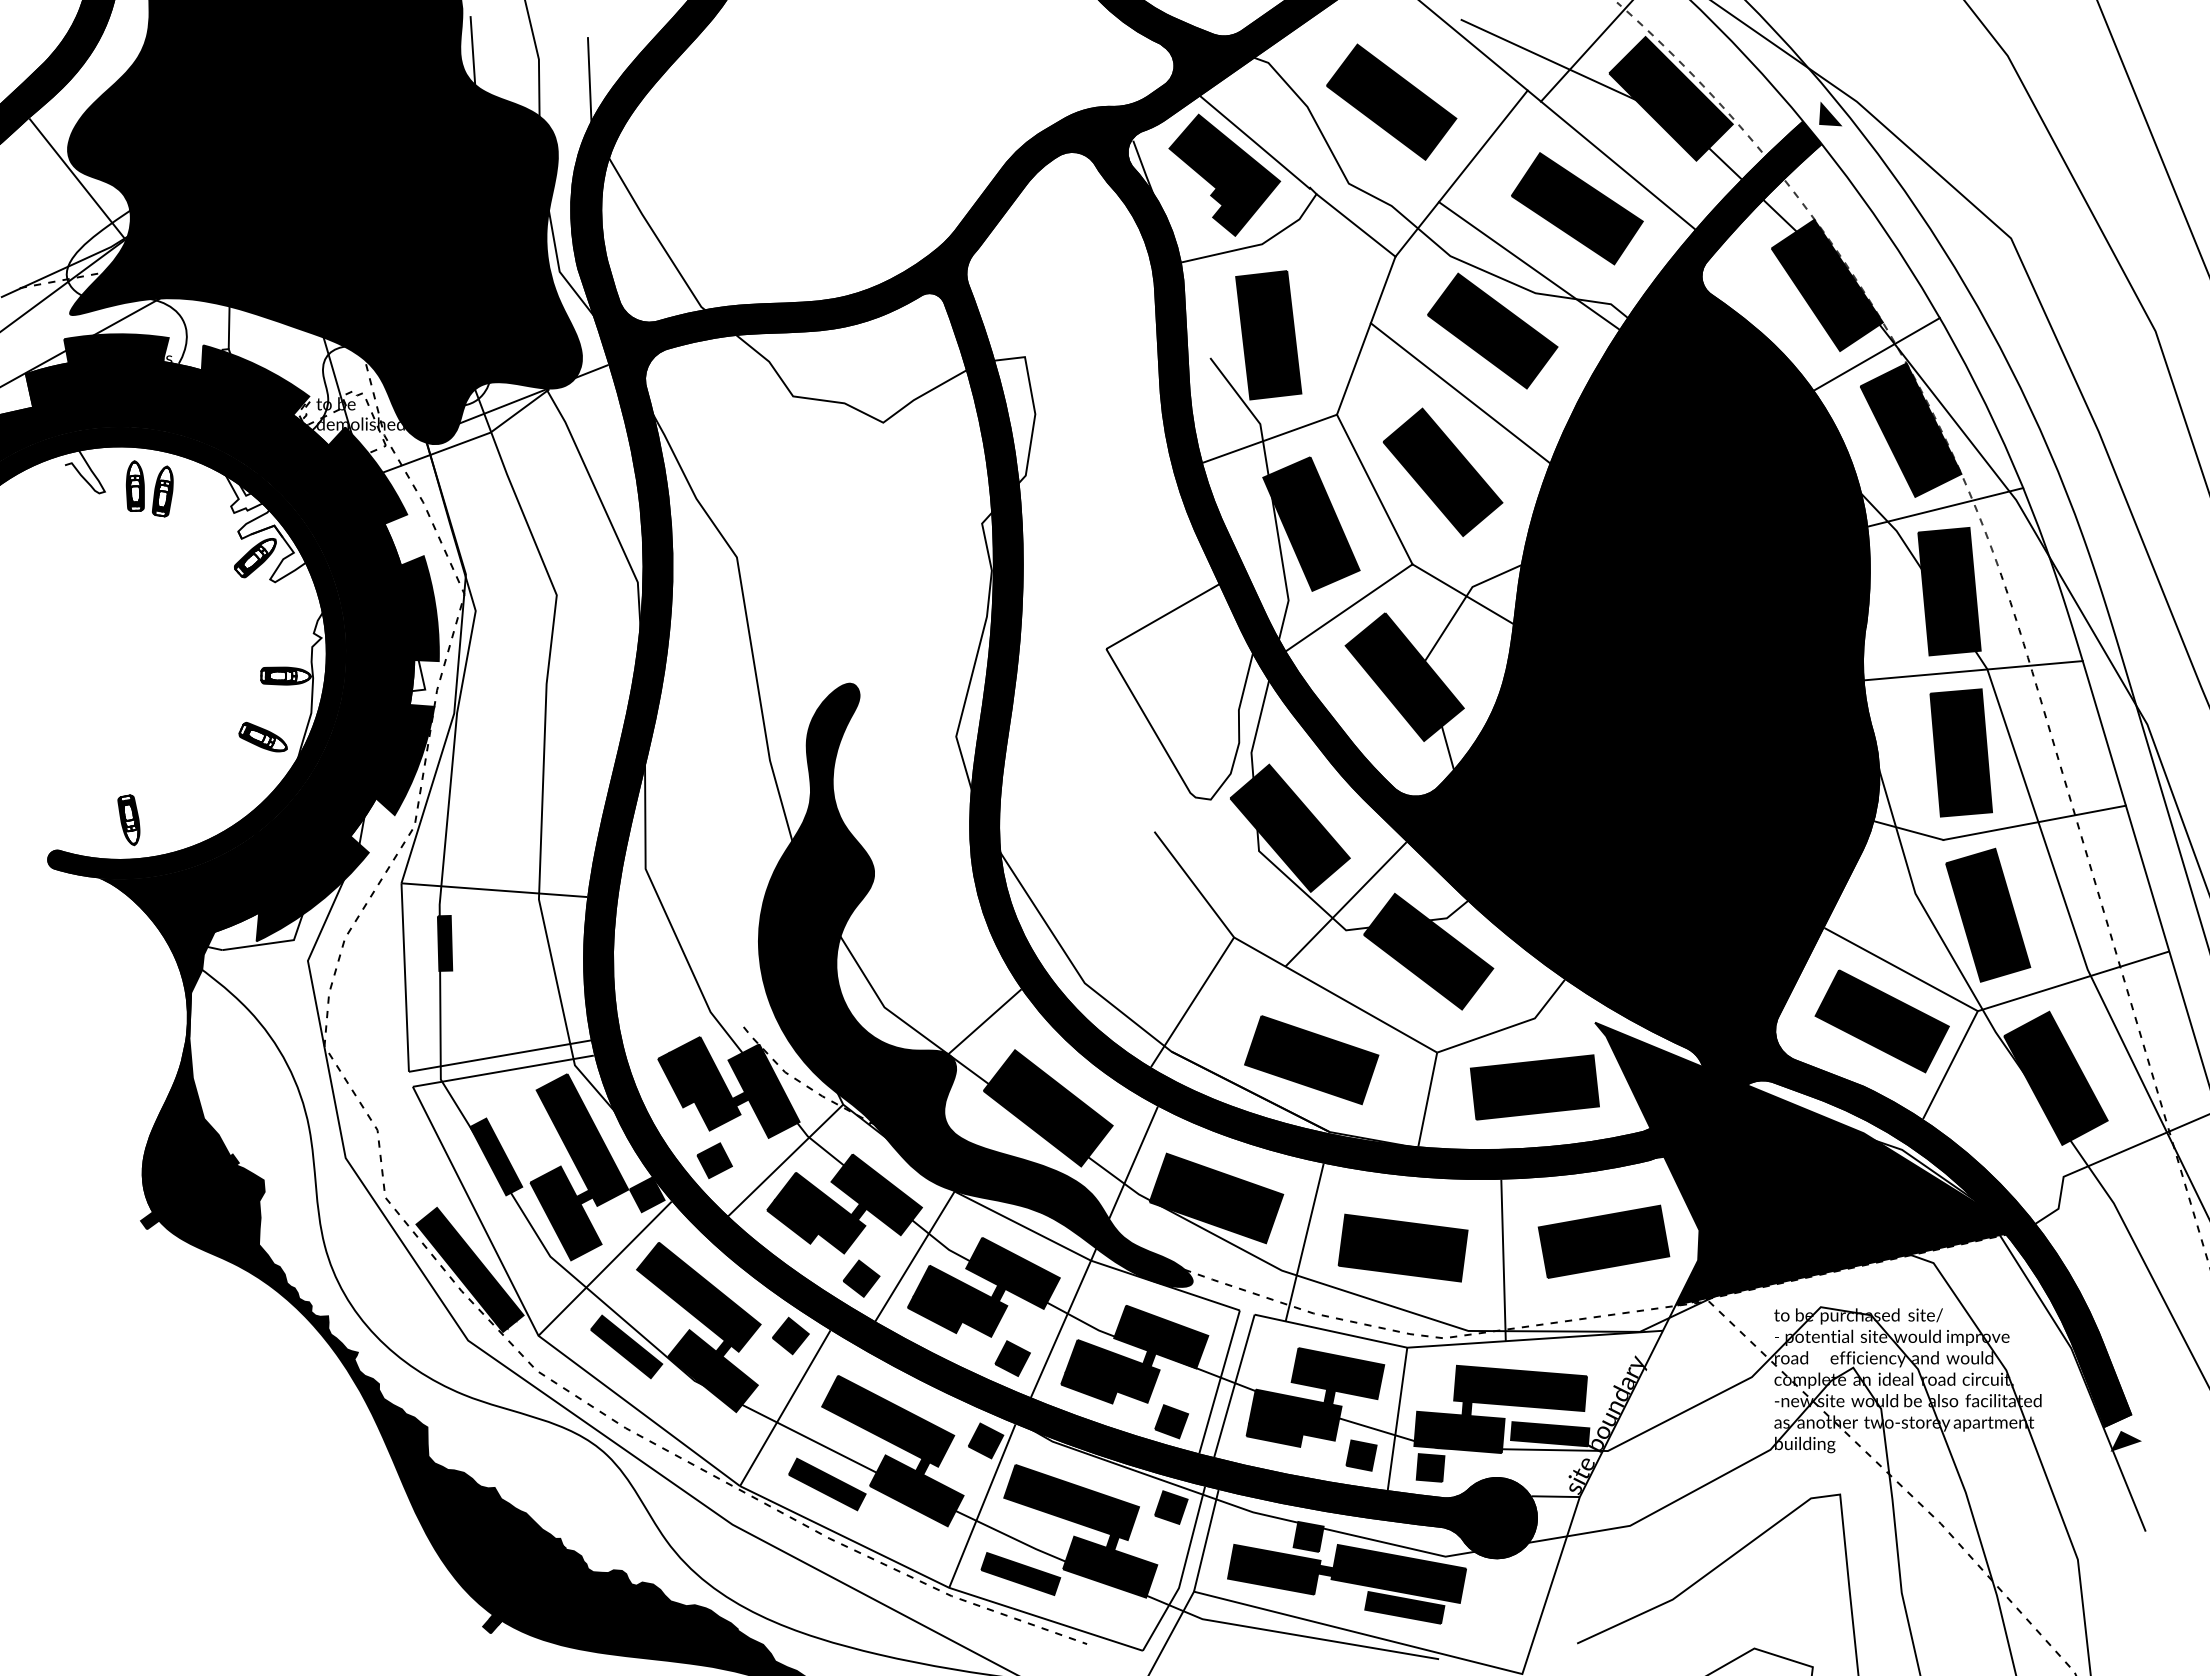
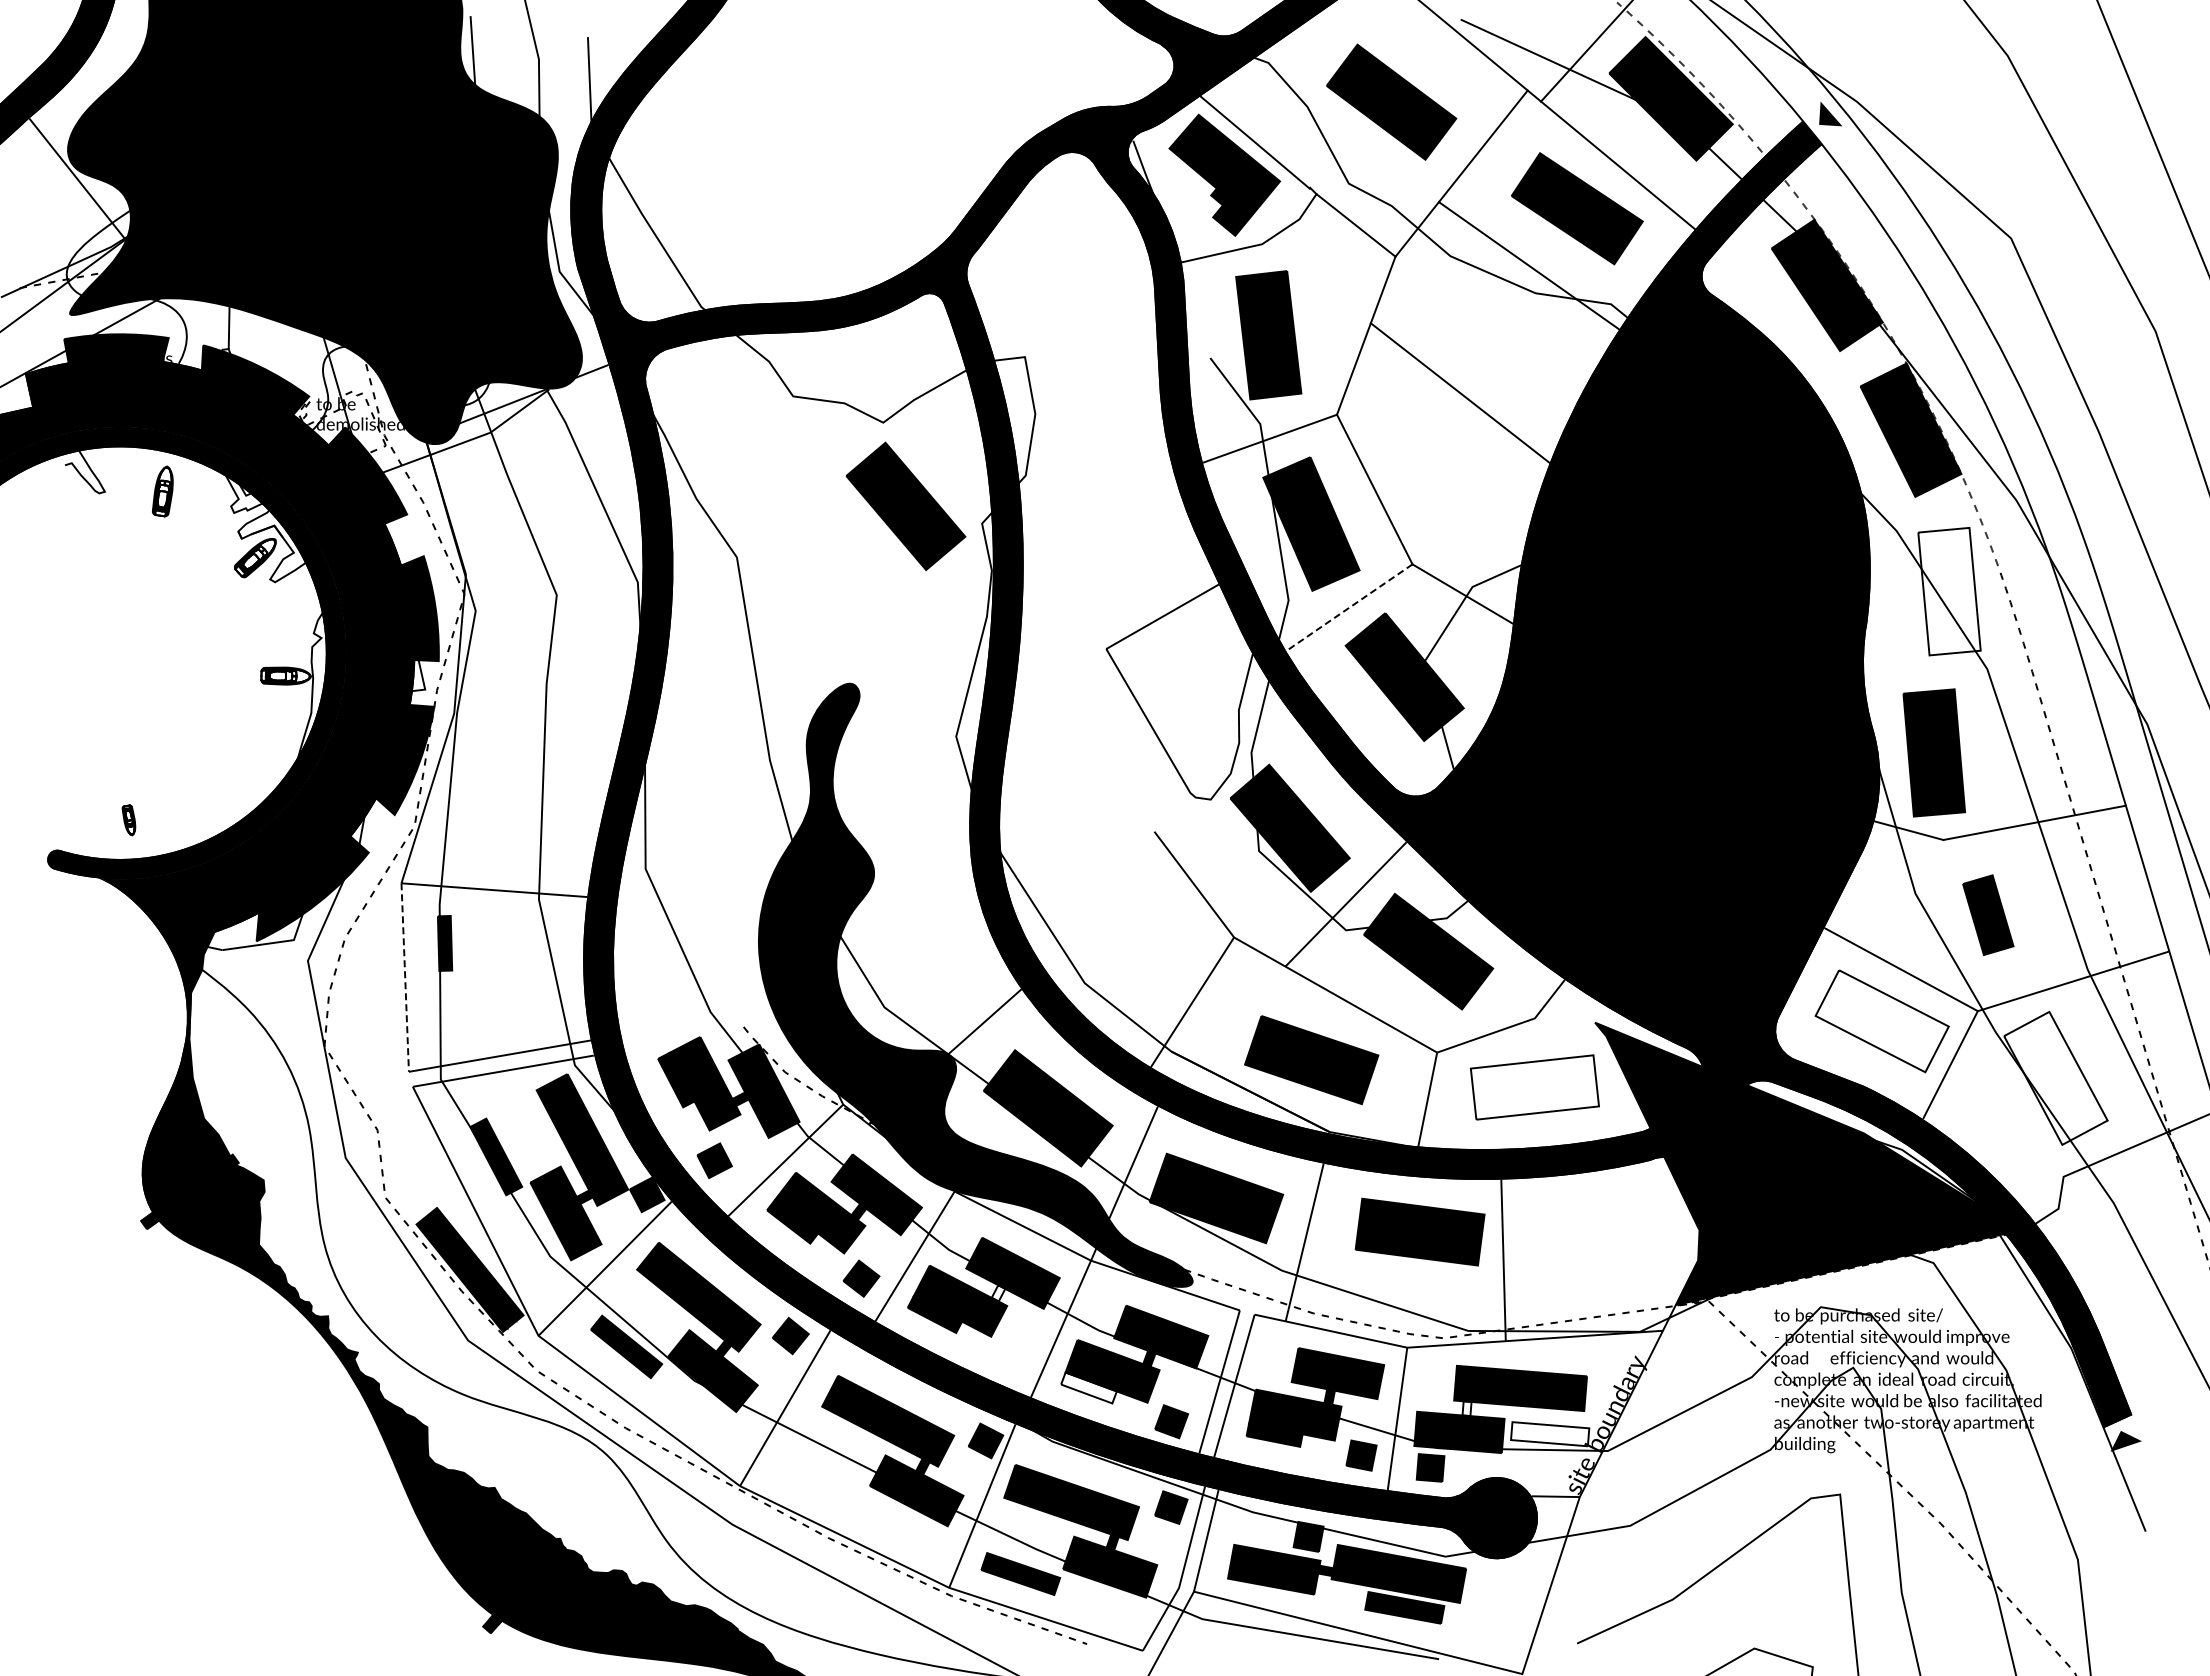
part at (1492, 330): present -> none
line at (1876, 354): present -> none
part at (1442, 471) position: (1442, 471) -> (905, 505)
part at (134, 485): present -> none
line at (1945, 507): present -> none
fill at (1949, 591): present -> none
line at (1348, 608): solid -> dashed
line at (1973, 670): present -> none
part at (262, 736): present -> none
part at (1960, 752) position: (1960, 752) -> (1933, 752)
part at (128, 820) size: 24x53 px -> 16x33 px
part at (1988, 914) size: 87x136 px -> 53x82 px
line at (405, 978): solid -> dashed
fill at (1881, 1021): present -> none
fill at (2055, 1077): present -> none
fill at (1534, 1087): present -> none
part at (1603, 1241): present -> none
part at (1402, 1247) position: (1402, 1247) -> (1419, 1231)
fill at (998, 1293): present -> none
part at (1012, 1358): present -> none
fill at (1088, 1387): present -> none
fill at (1466, 1408): present -> none
fill at (1550, 1434): present -> none
part at (827, 1484): present -> none
